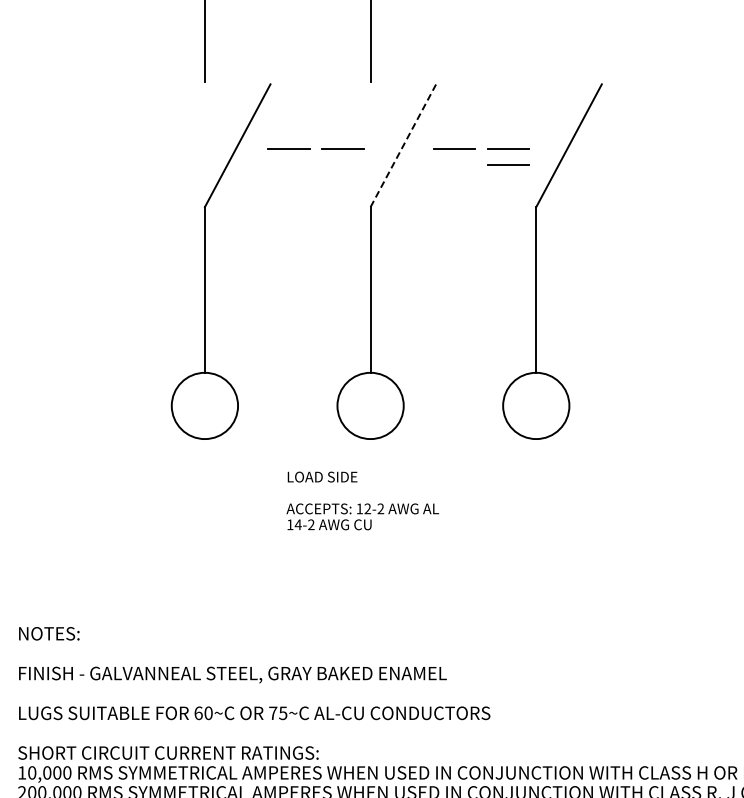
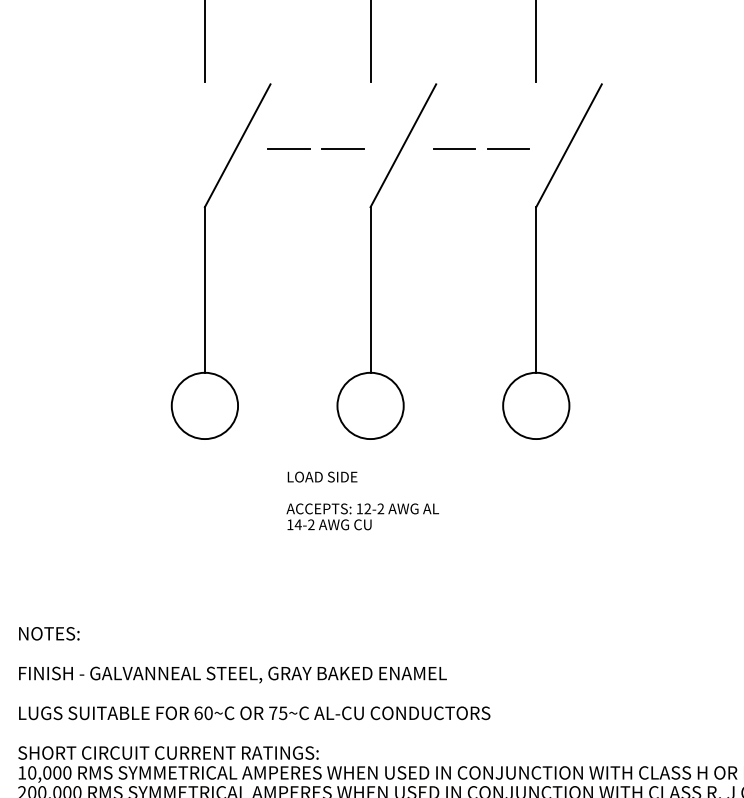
line at (536, 41): none -> present
line at (403, 145): dashed -> solid
line at (508, 164): present -> none
